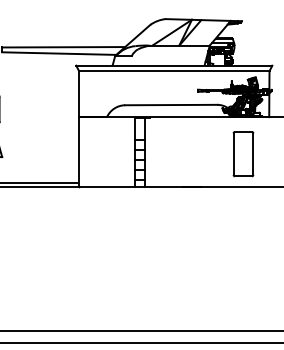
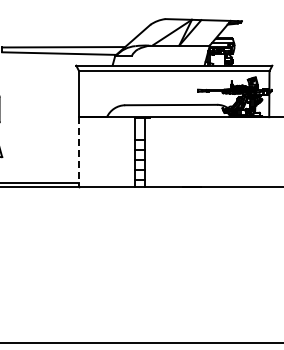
line at (79, 151): solid -> dashed
part at (243, 154): present -> none
line at (141, 330): present -> none
